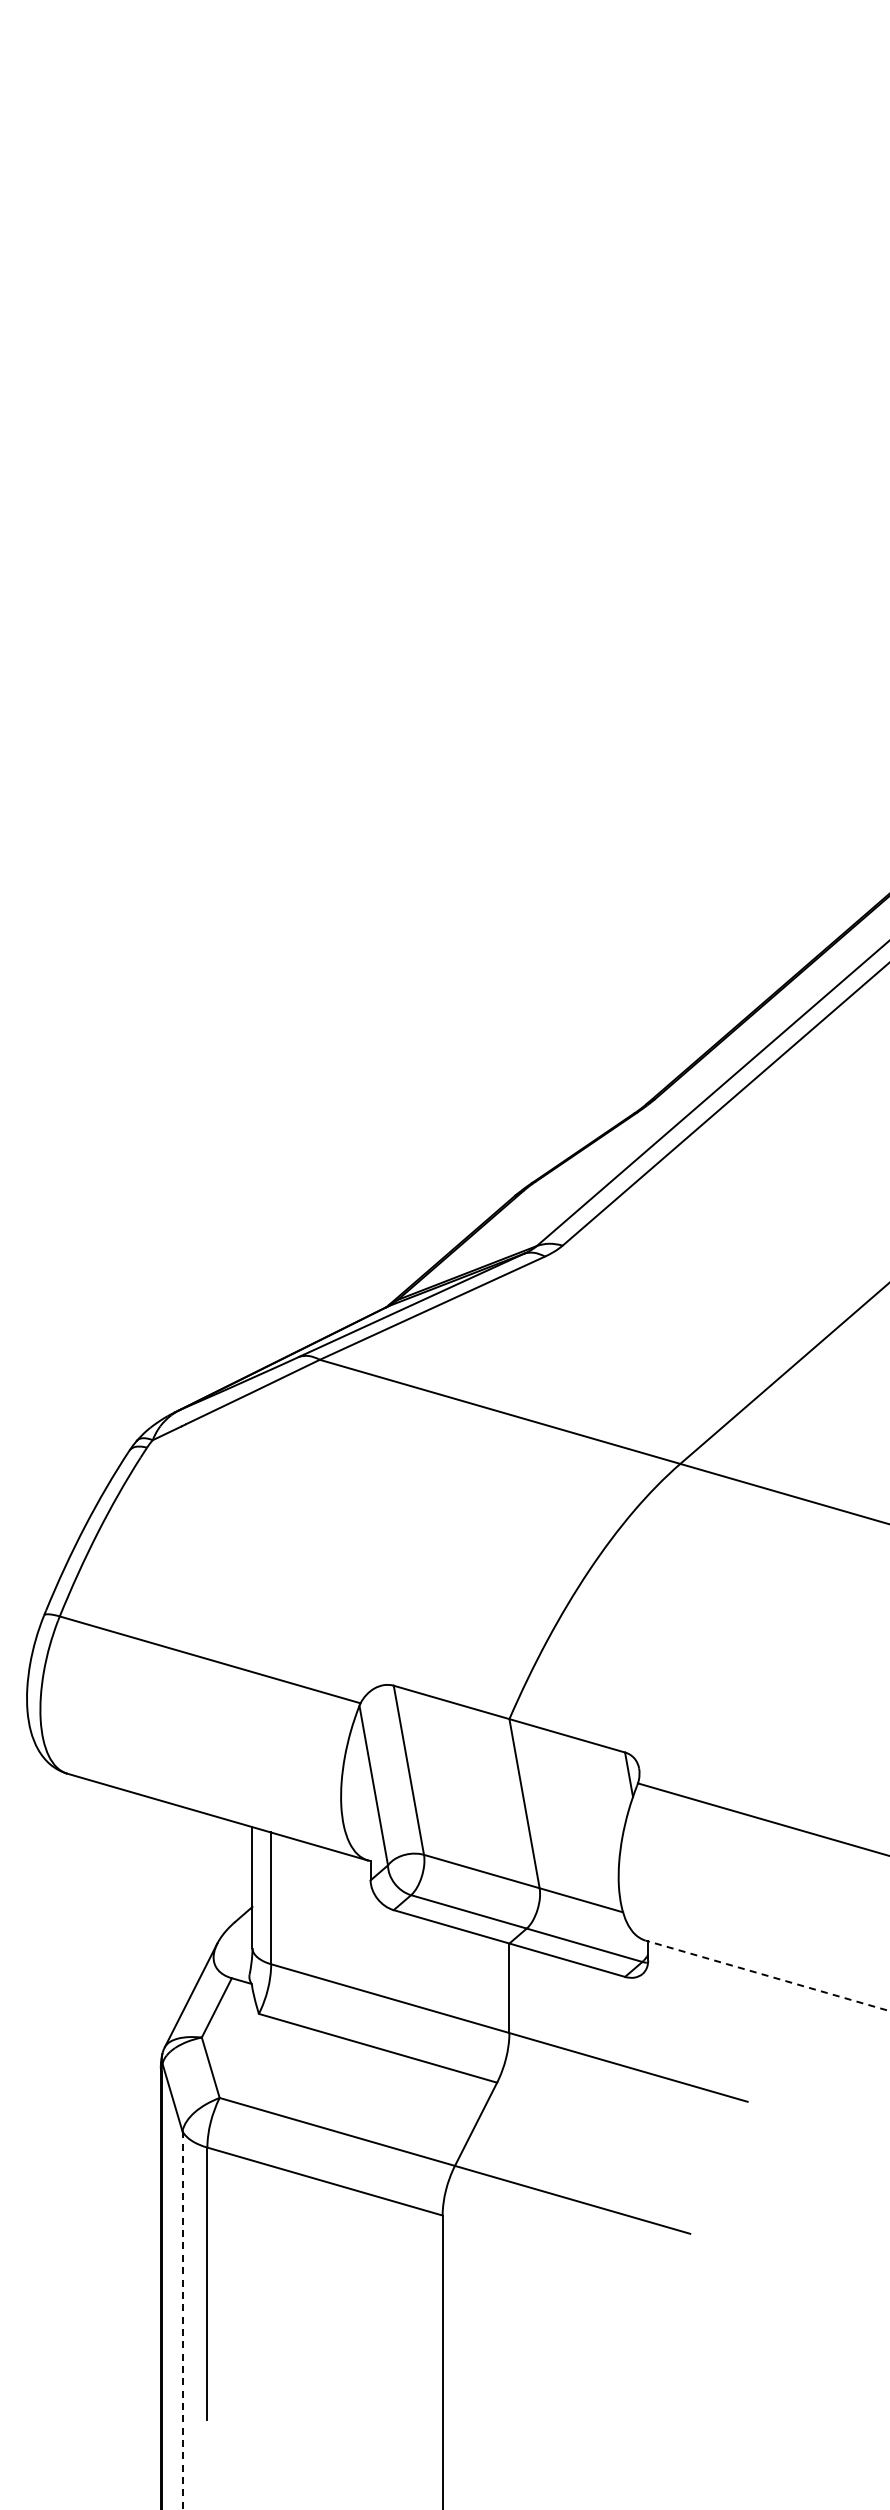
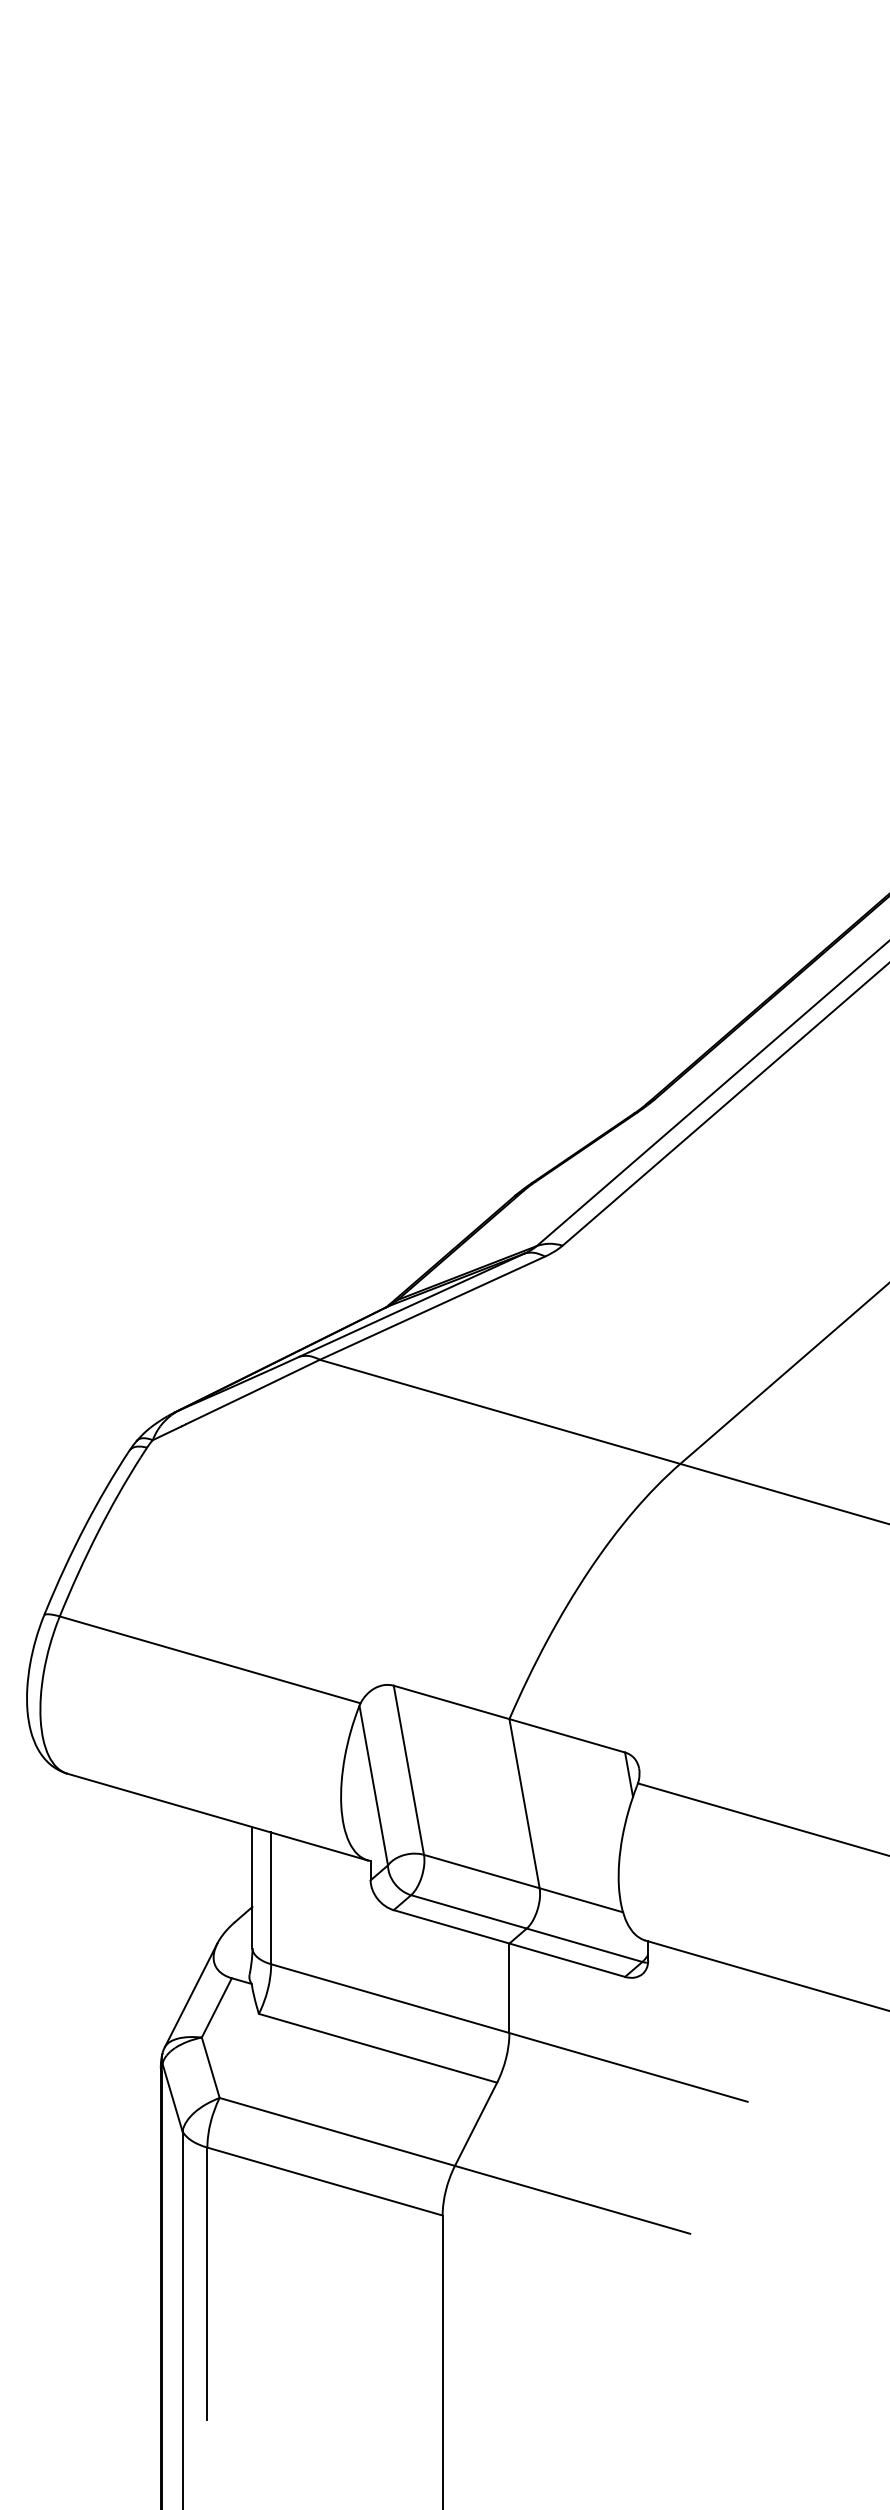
line at (767, 1975): dashed -> solid
line at (182, 2320): dashed -> solid
